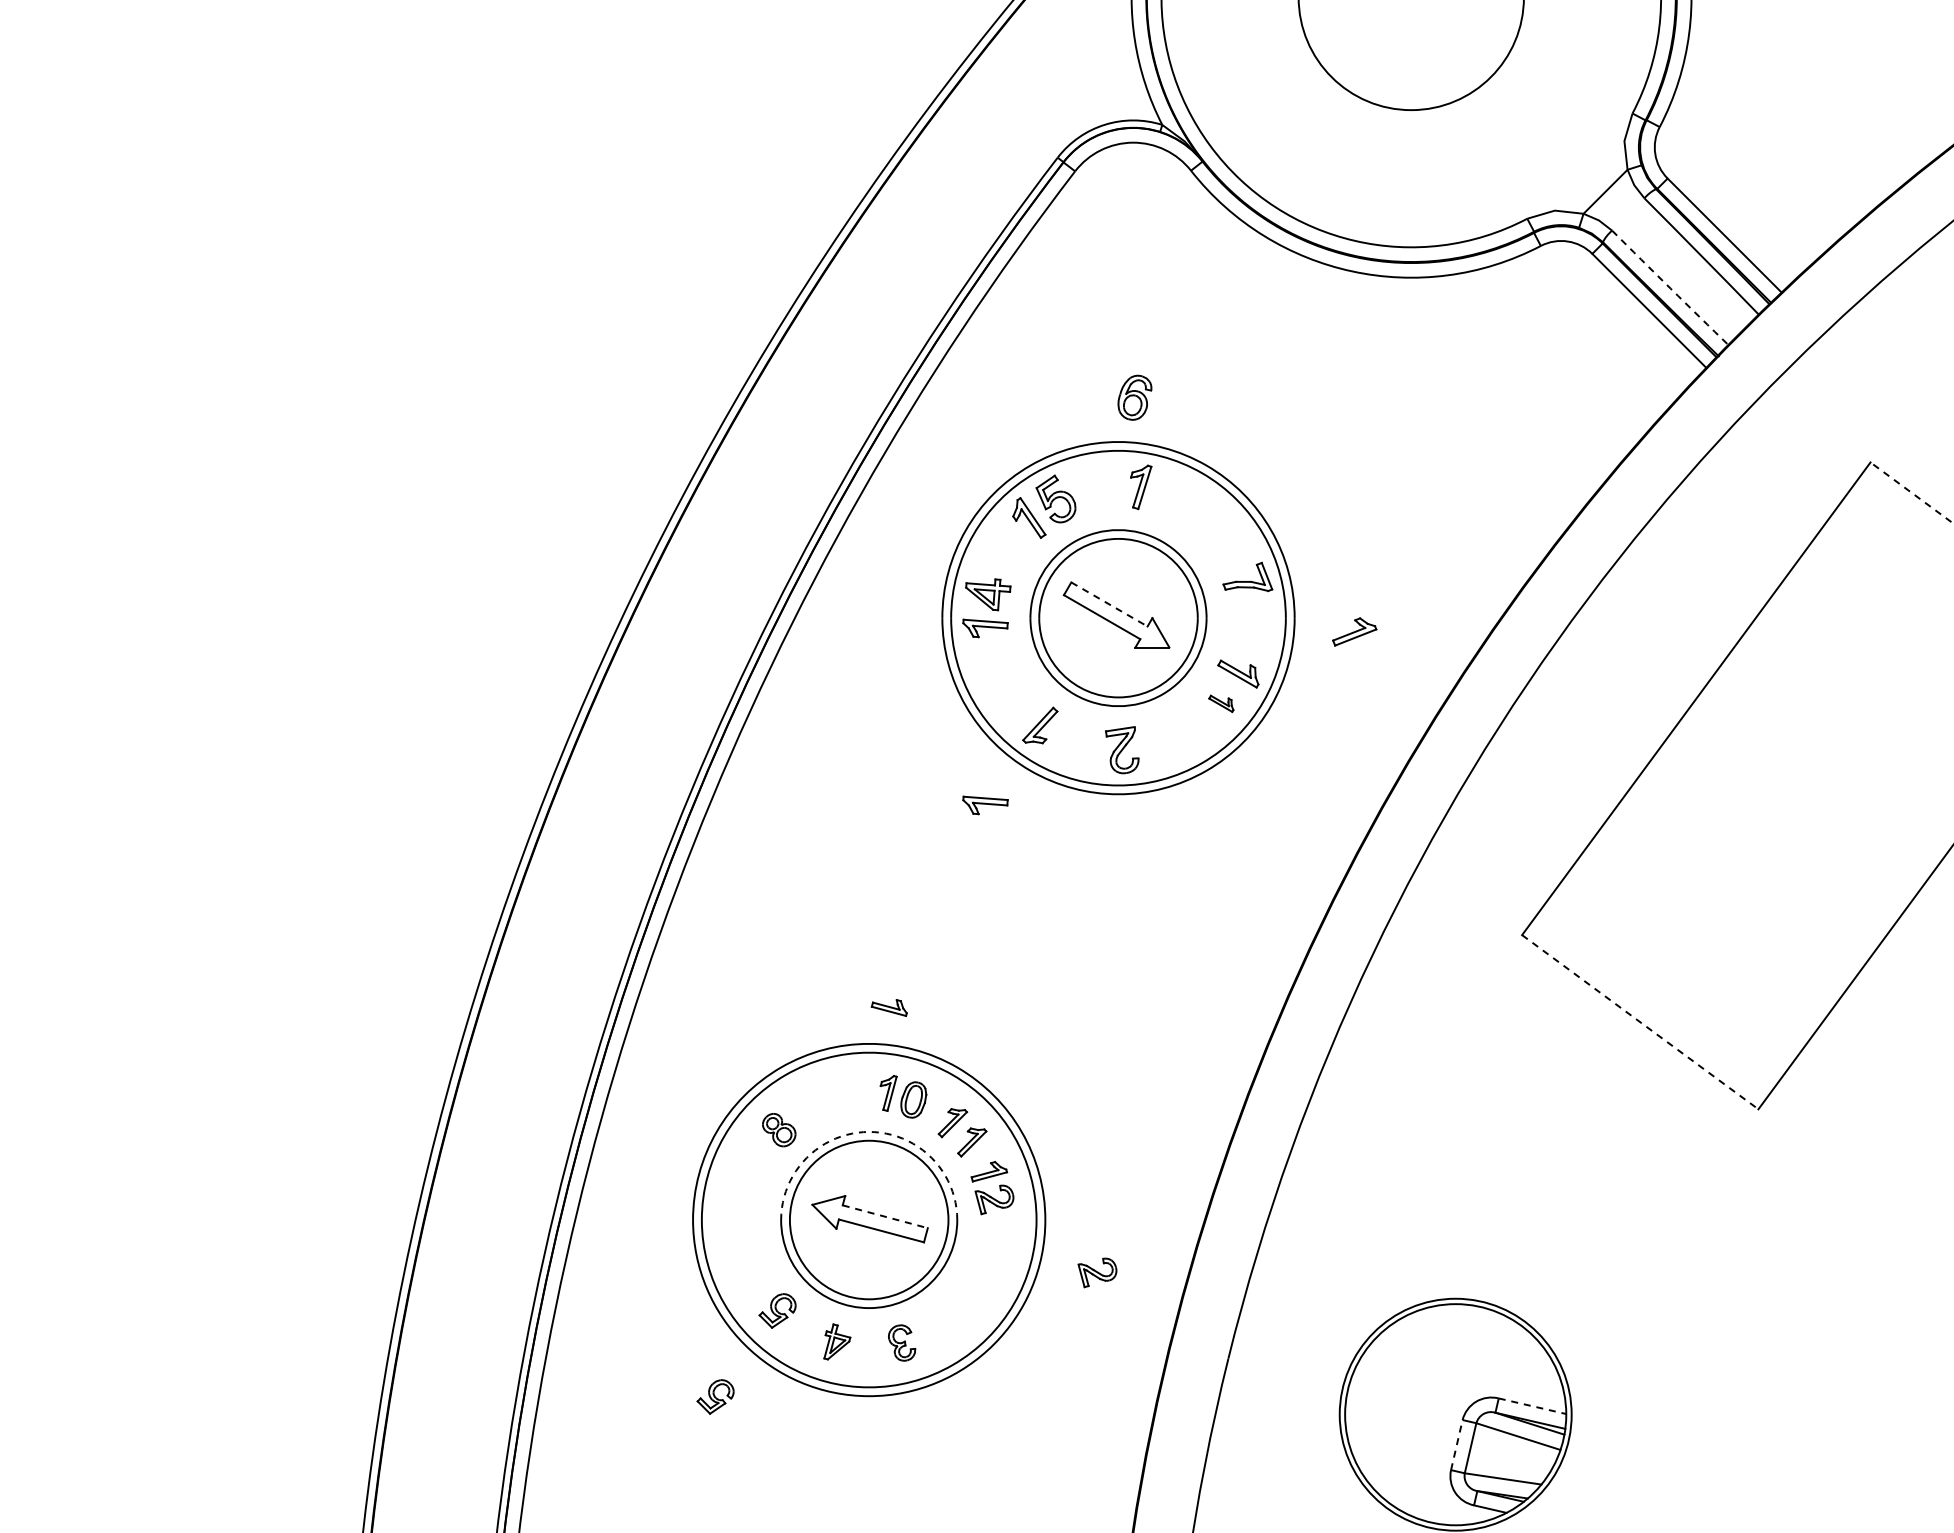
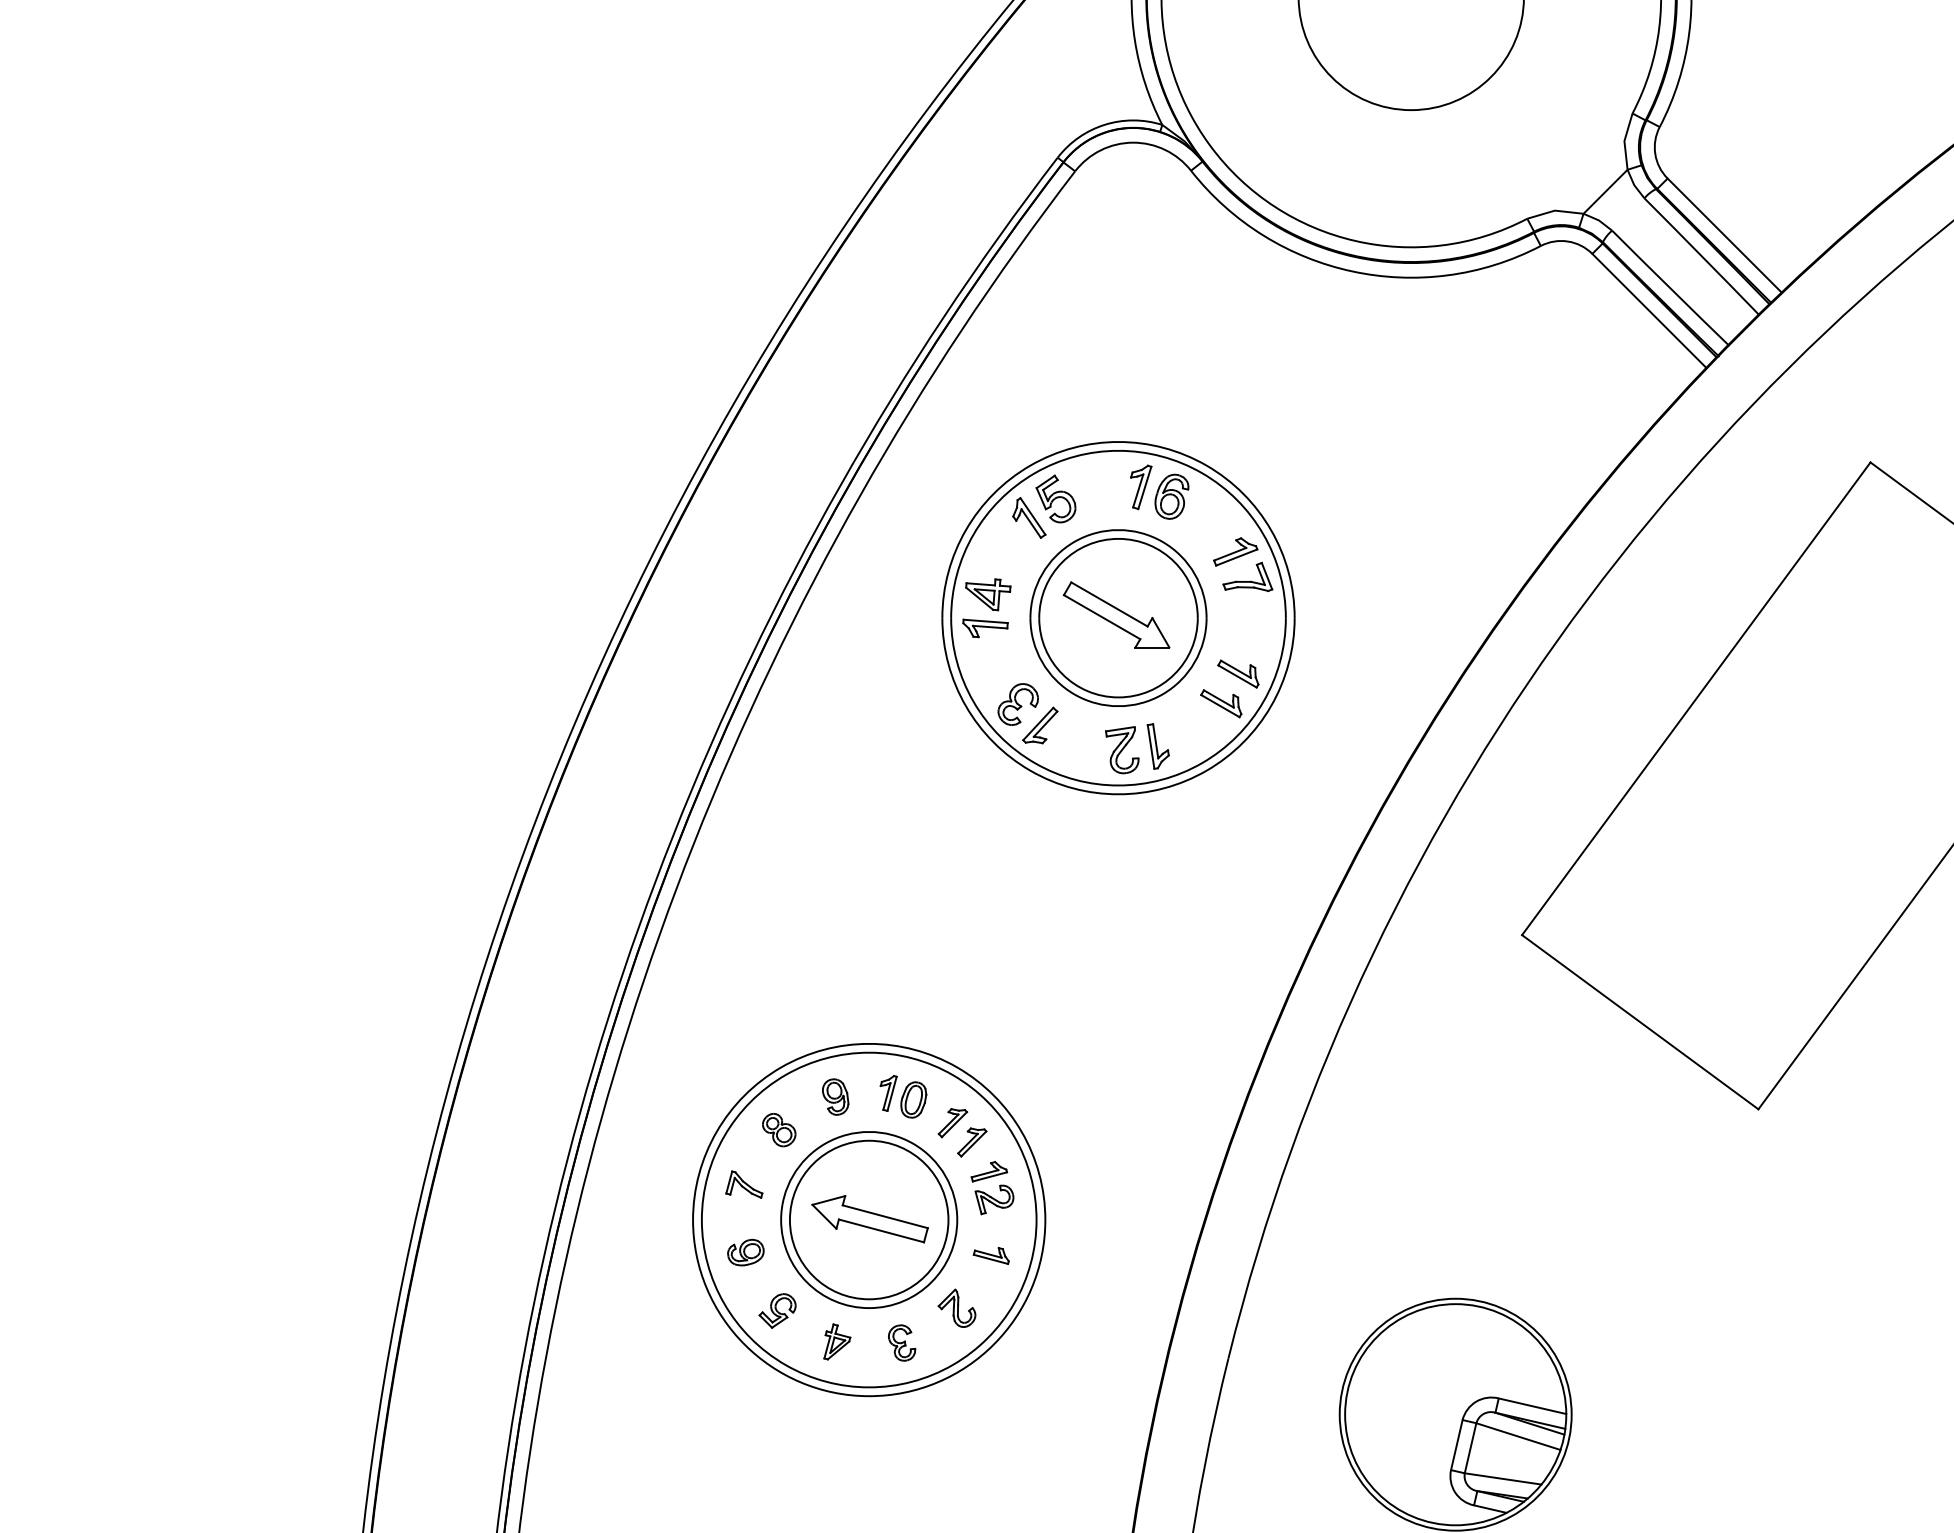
arc at (1670, 288): dashed -> solid
part at (1134, 397) position: (1134, 397) -> (1171, 496)
line at (1911, 492): dashed -> solid
line at (1109, 604): dashed -> solid
part at (1354, 631) position: (1354, 631) -> (1235, 551)
part at (1221, 703) size: 27x19 px -> 43x30 px
part at (1017, 704): none -> present
part at (1157, 746): none -> present
part at (985, 805): present -> none
part at (888, 1007) position: (888, 1007) -> (990, 1255)
line at (1640, 1022): dashed -> solid
part at (835, 1096): none -> present
arc at (869, 1131): dashed -> solid
part at (744, 1184): none -> present
line at (885, 1216): dashed -> solid
part at (745, 1252): none -> present
part at (1097, 1272): present -> none
part at (956, 1307): none -> present
part at (715, 1396): present -> none
line at (1532, 1406): dashed -> solid
line at (1456, 1445): dashed -> solid
